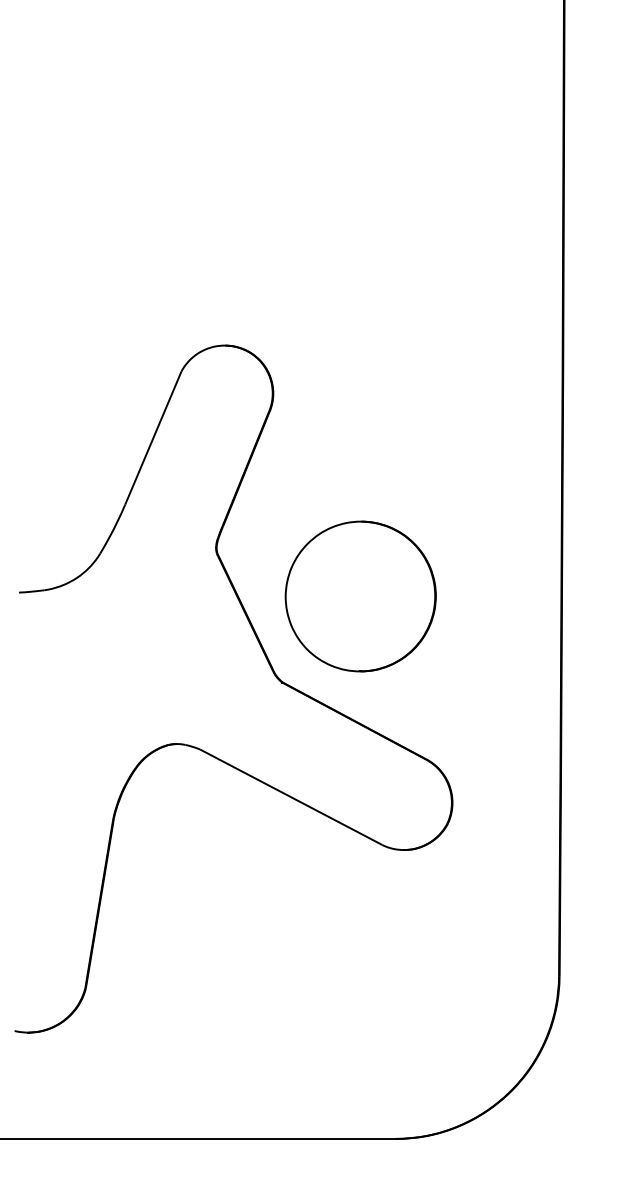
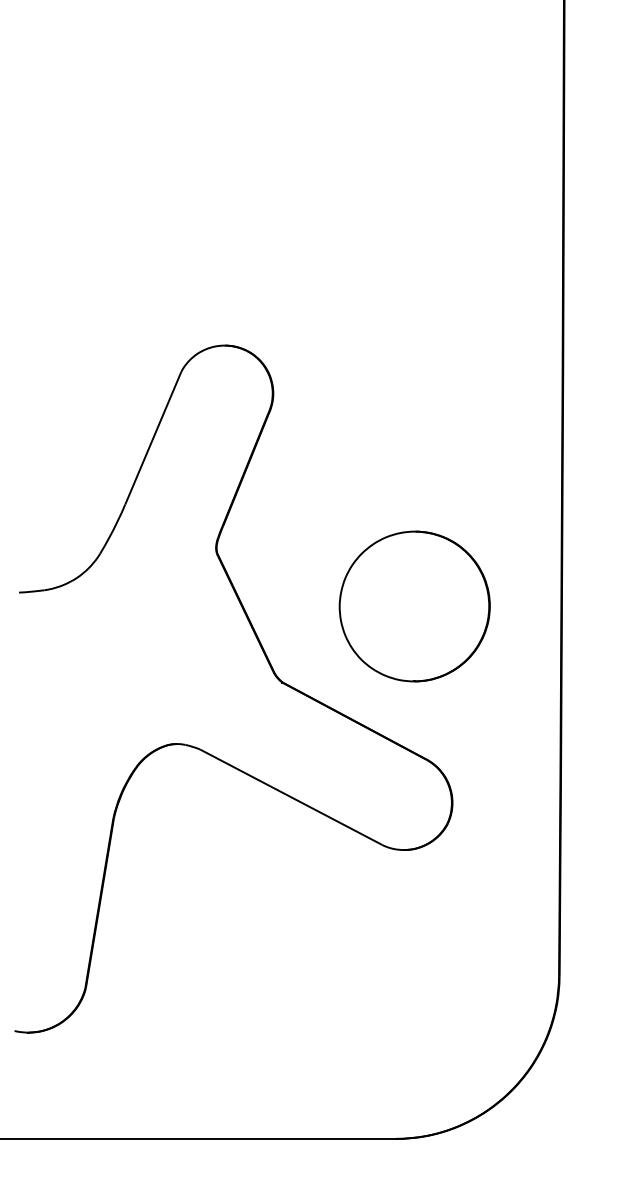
part at (360, 596) position: (360, 596) -> (414, 606)
